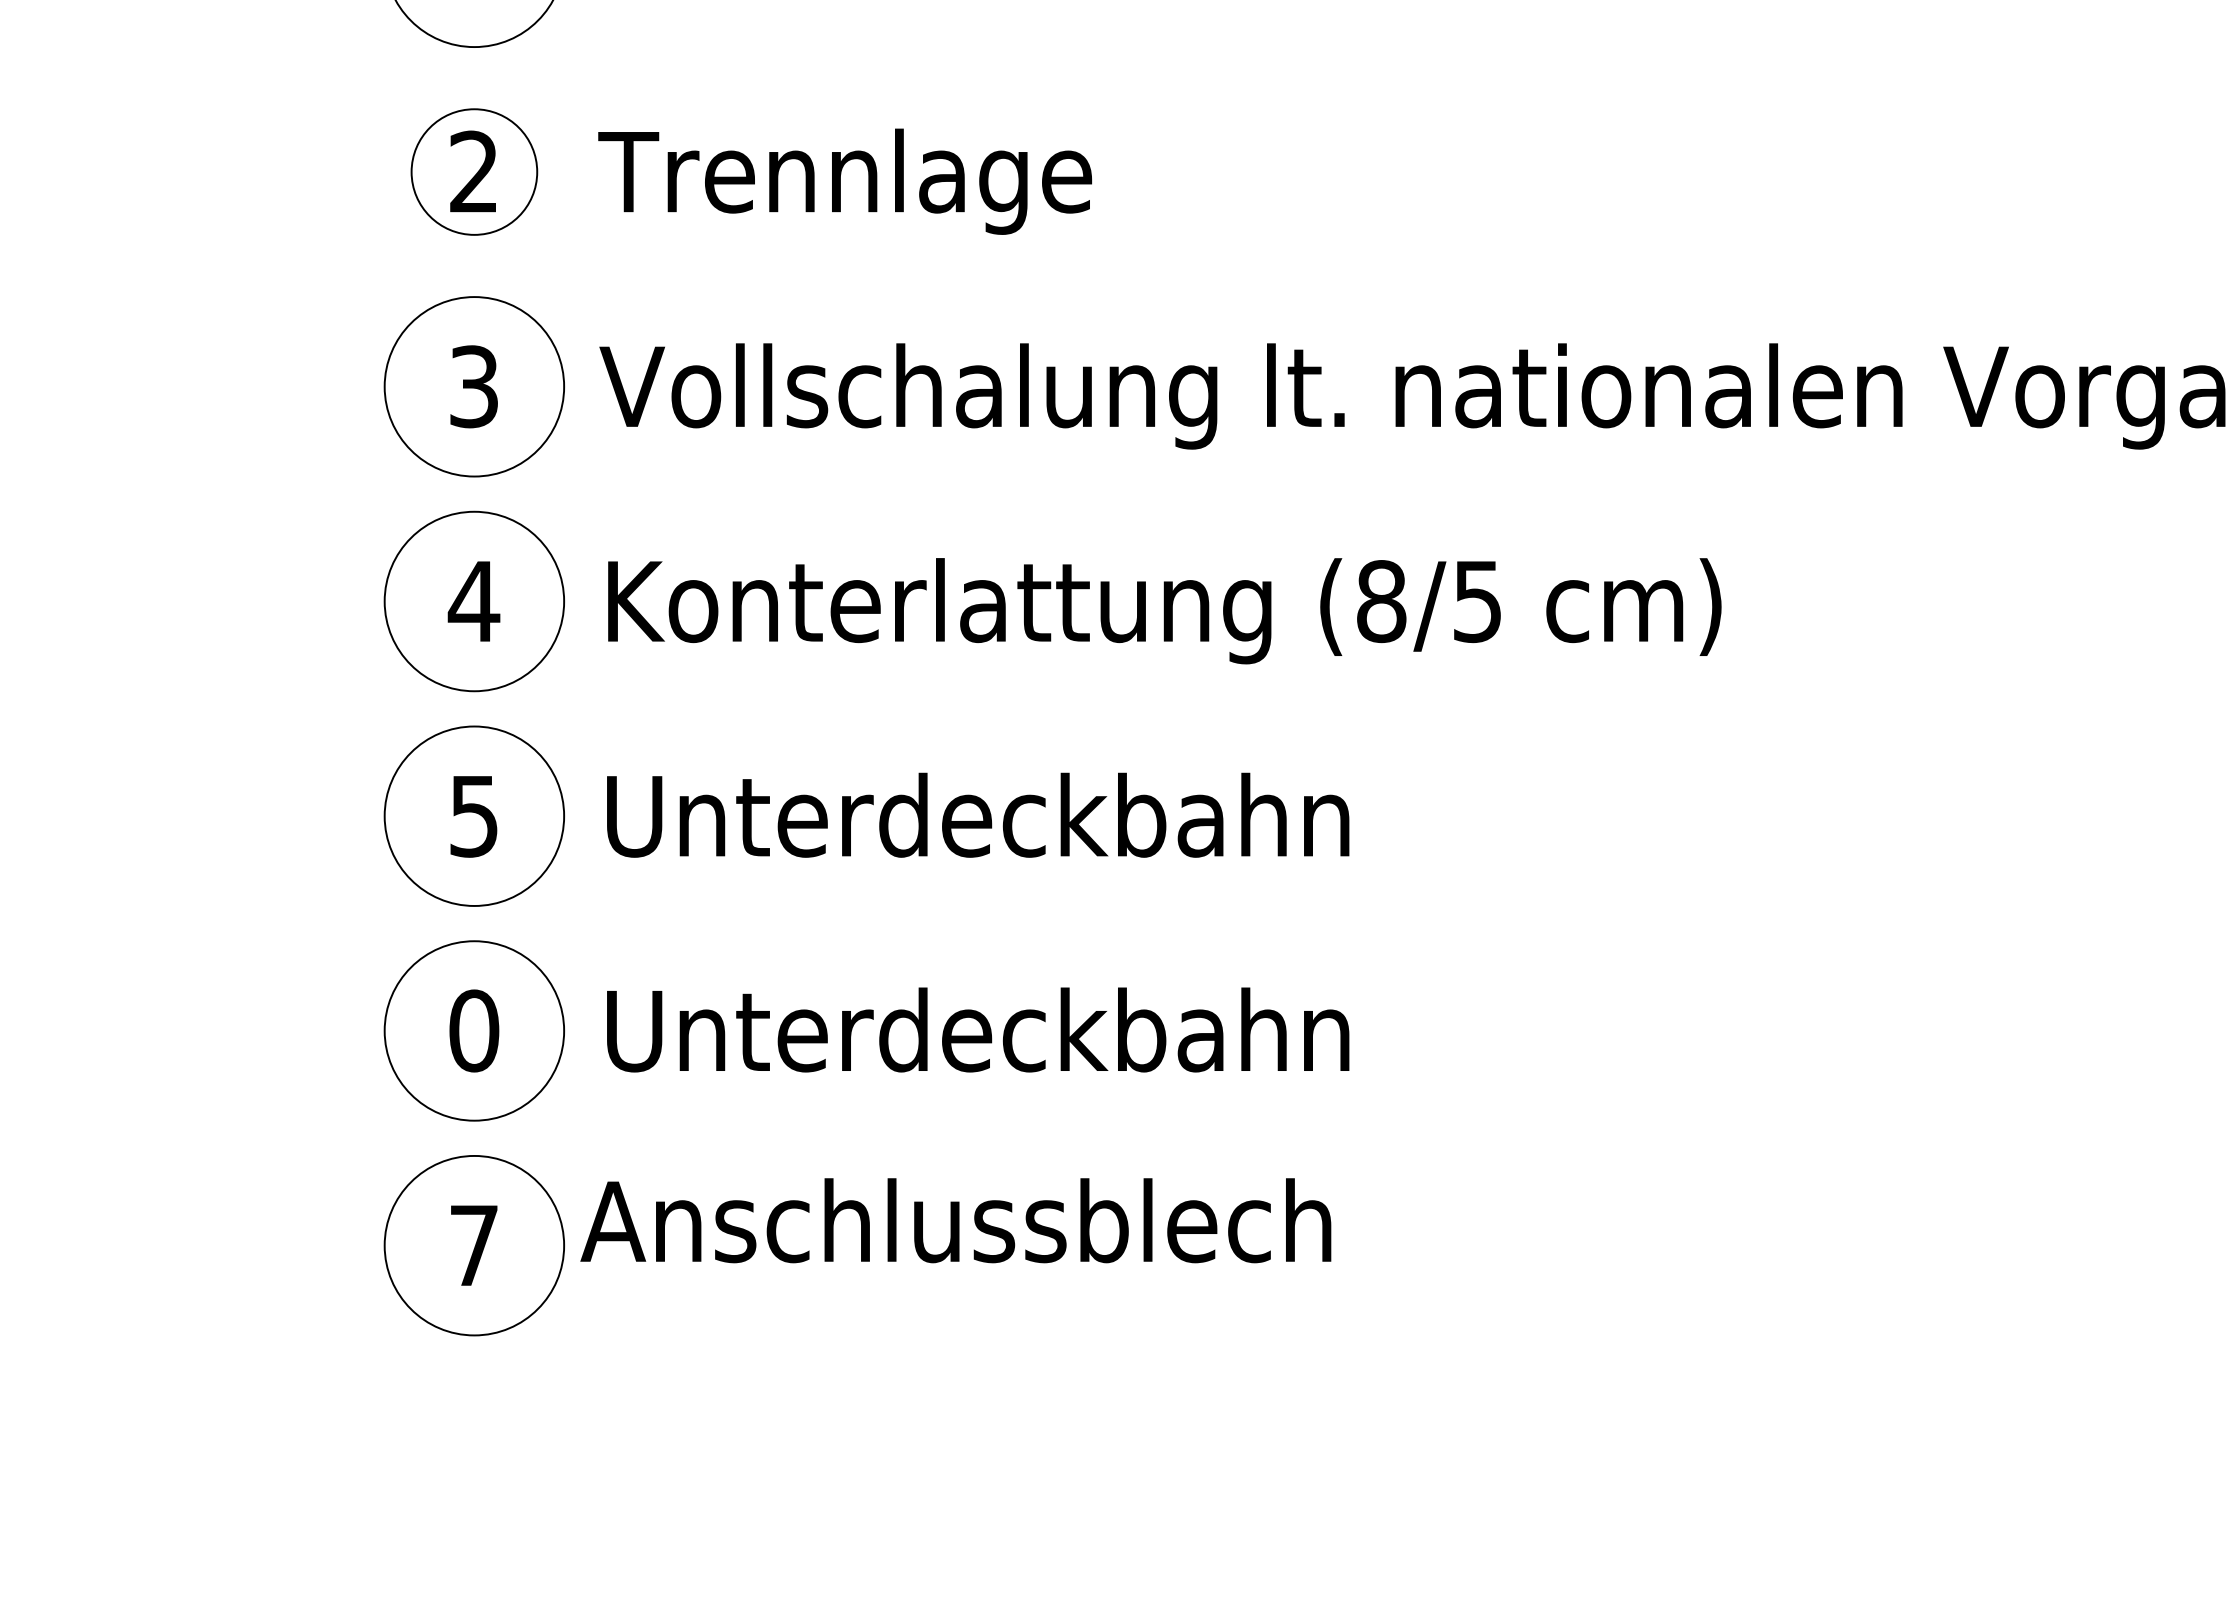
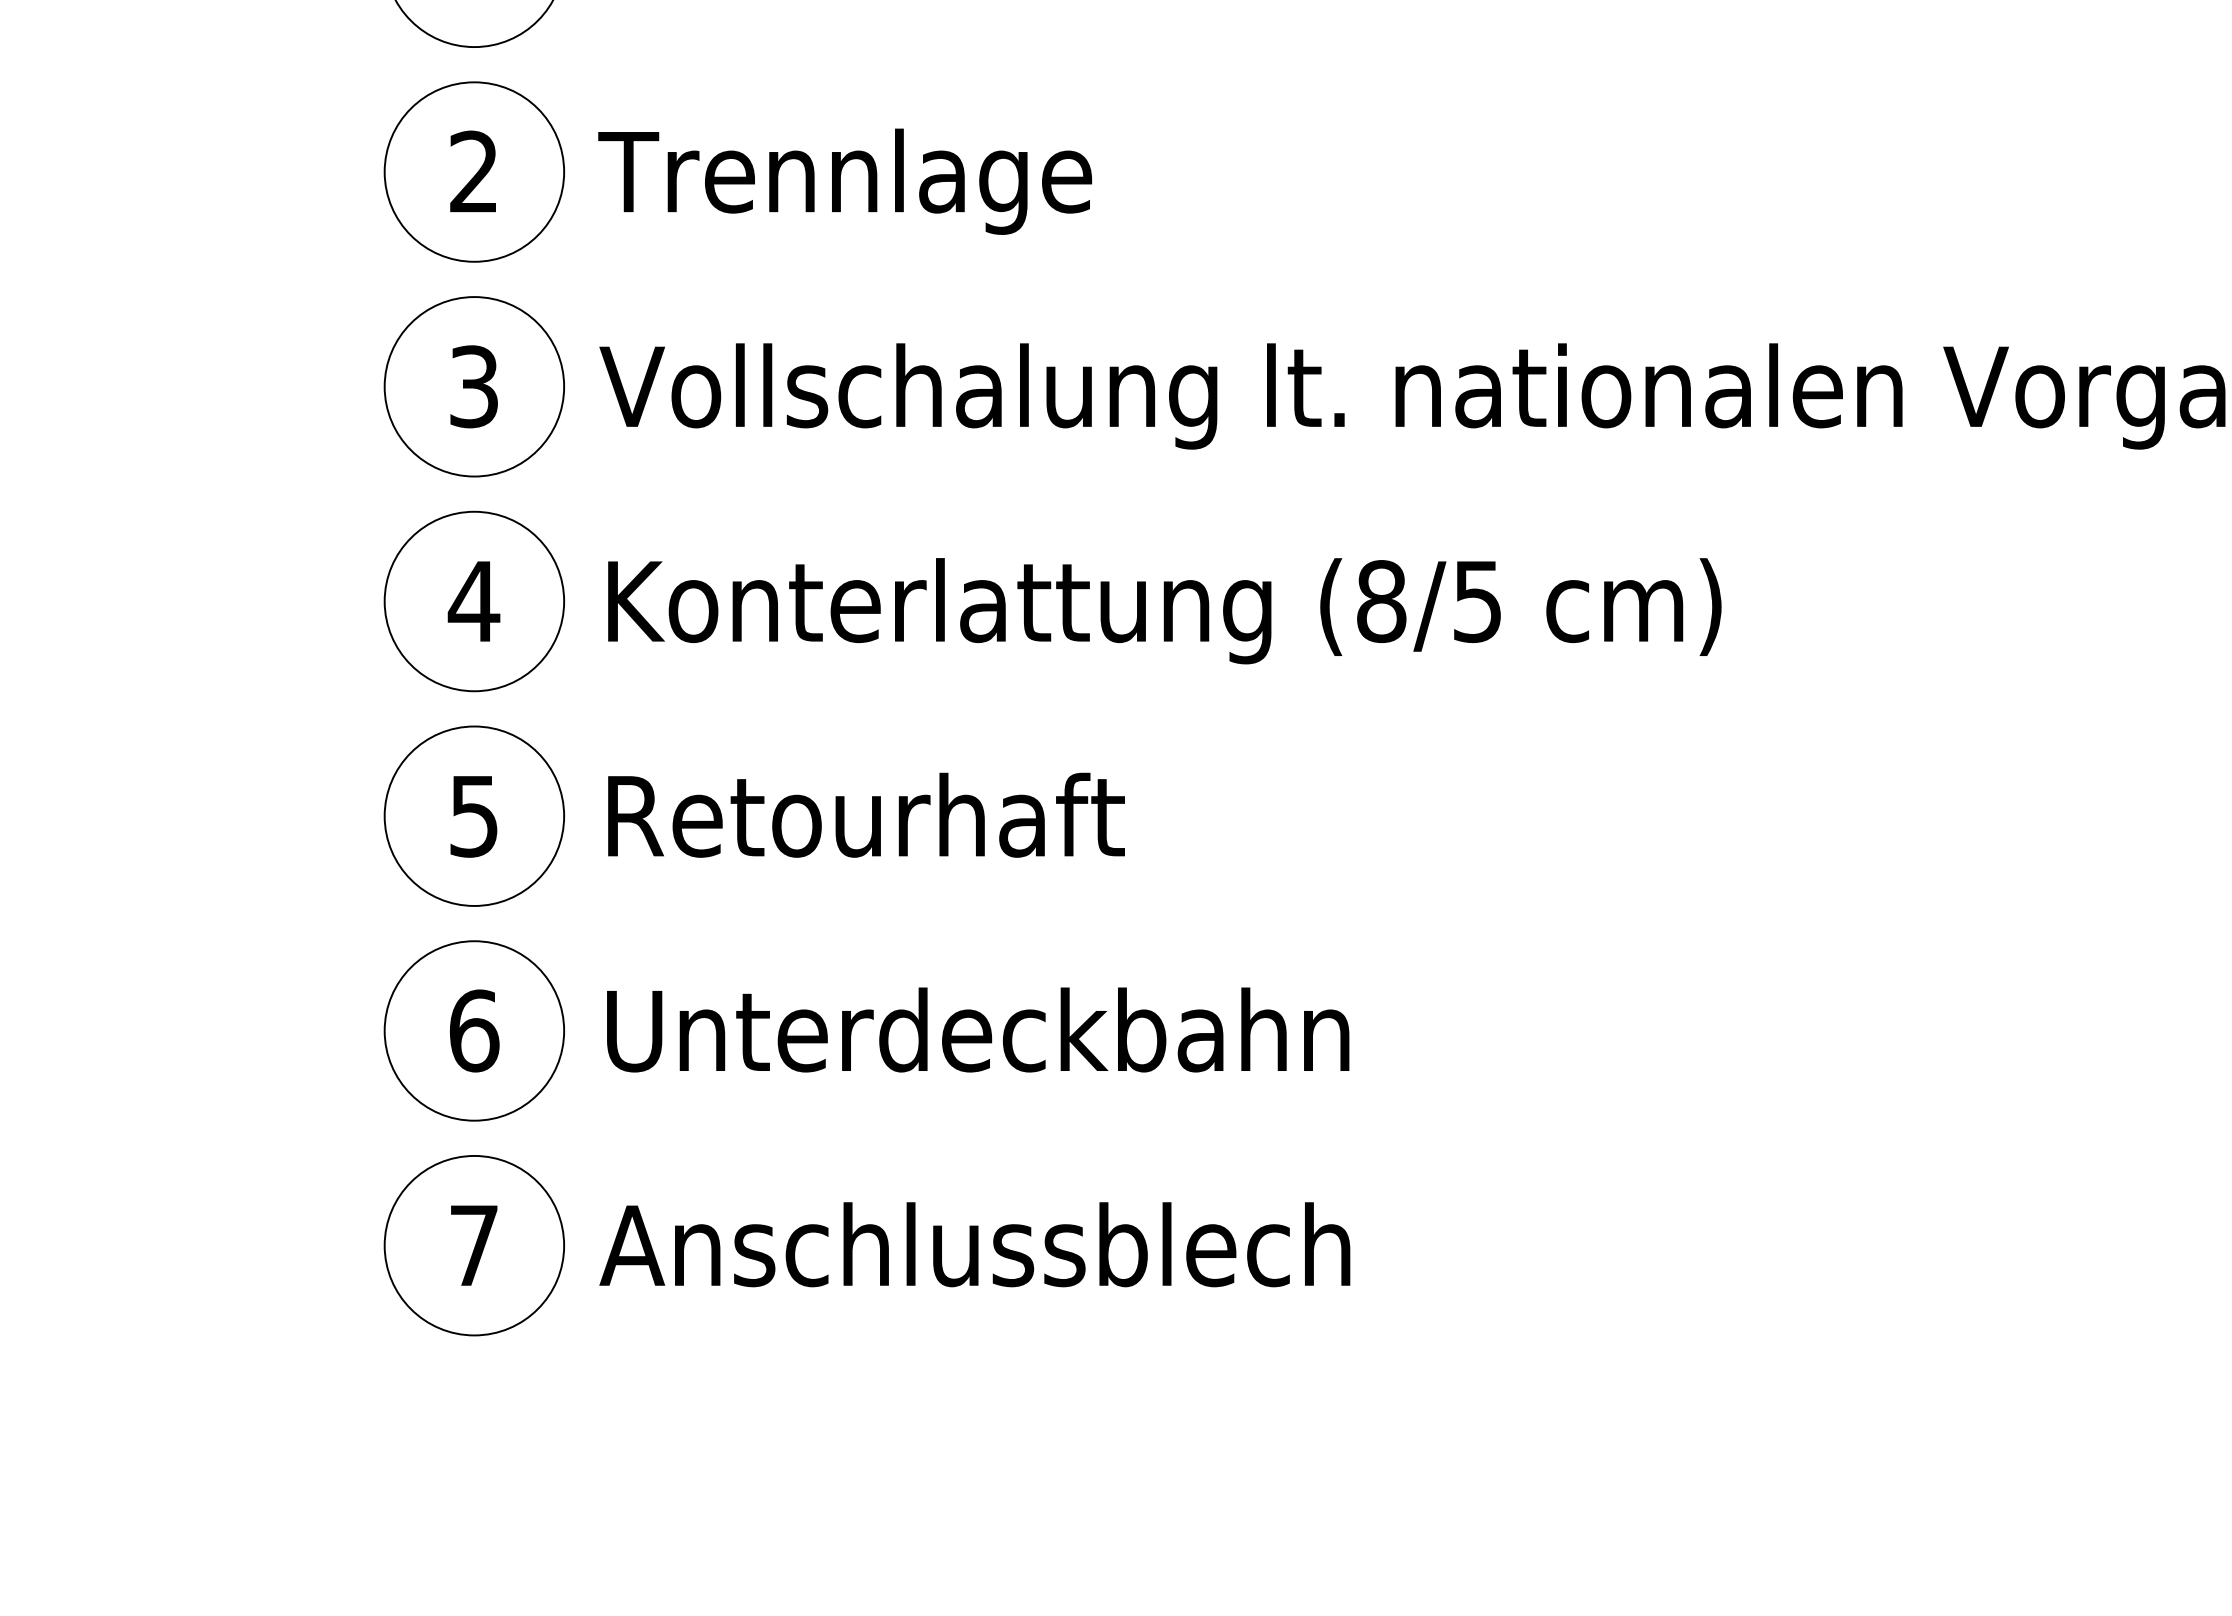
circle at (474, 171) diameter: 126 px -> 179 px
text at (978, 814): Unterdeckbahn -> Retourhaft
text at (474, 1030): 0 -> 6
text at (955, 1220) position: (955, 1220) -> (974, 1244)
